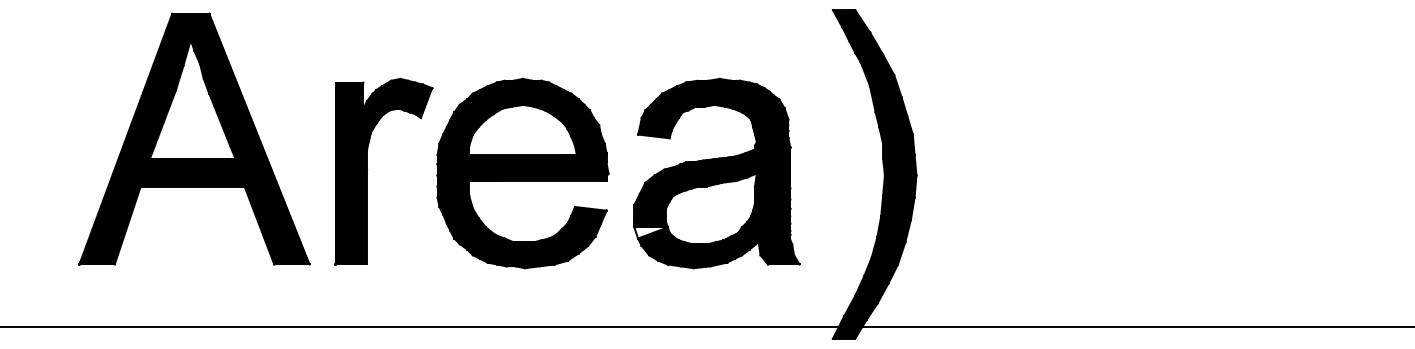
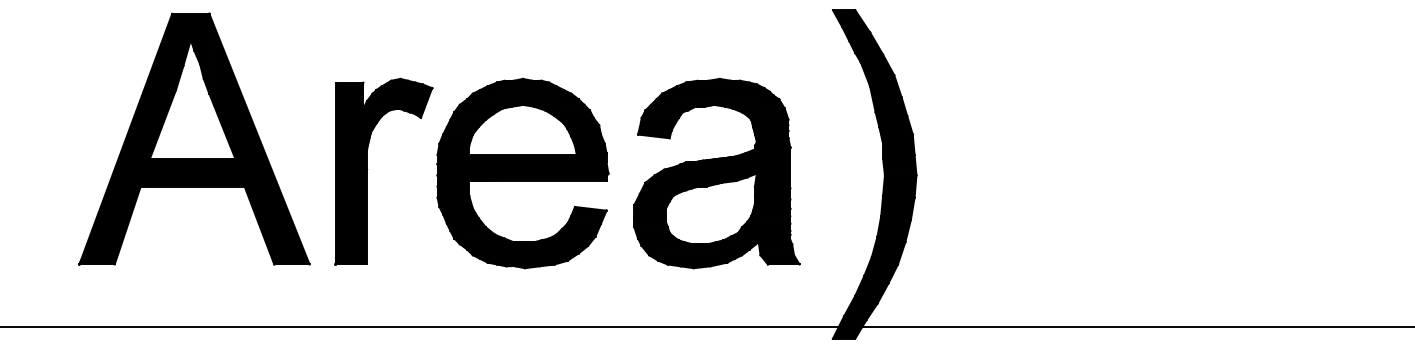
fill at (650, 232): none -> present
